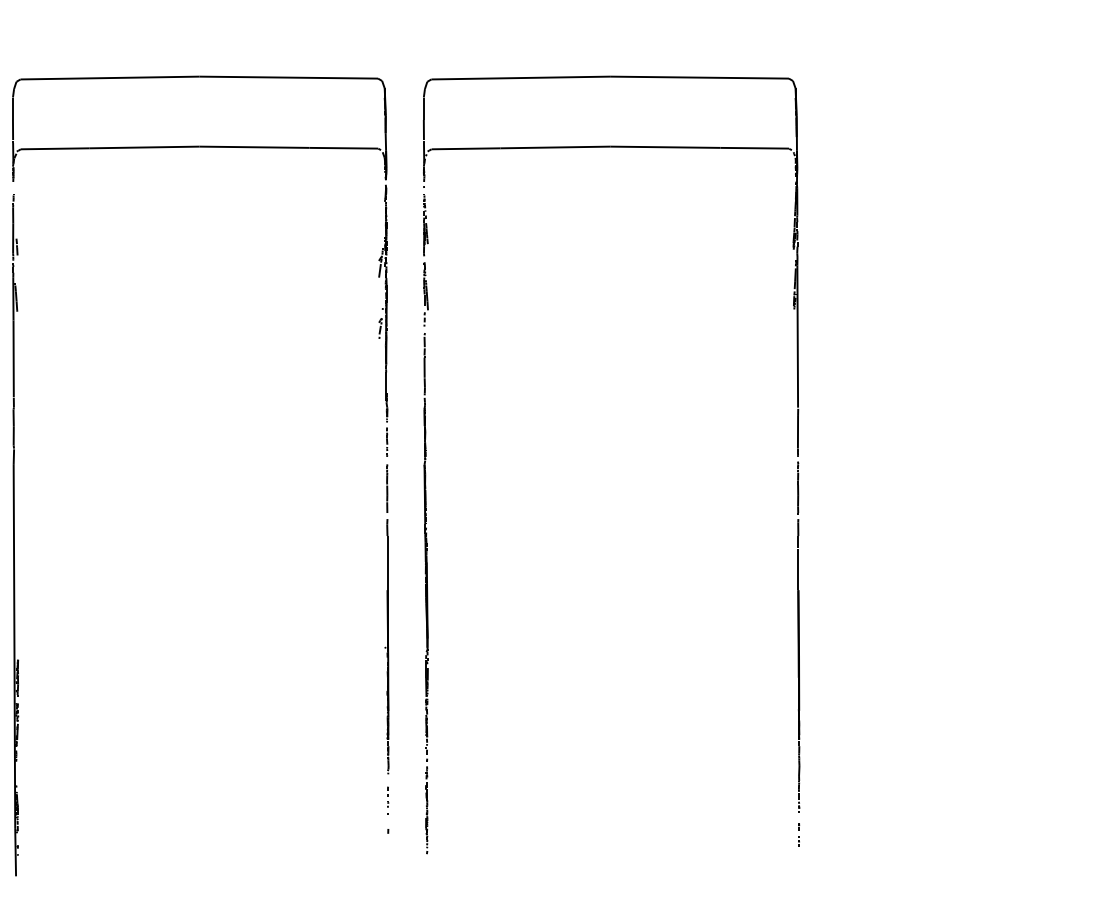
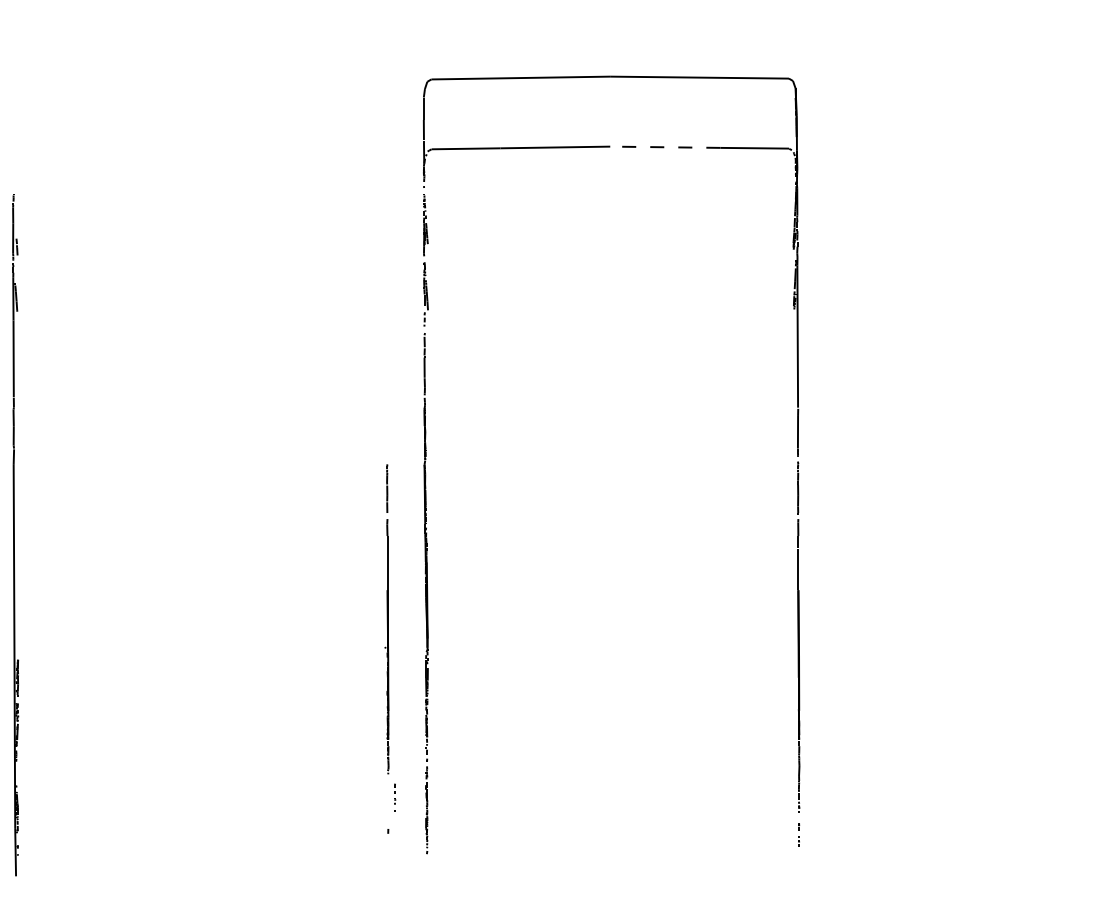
part at (200, 147): present -> none
line at (664, 147): solid -> dashed
part at (388, 800) position: (388, 800) -> (395, 797)
